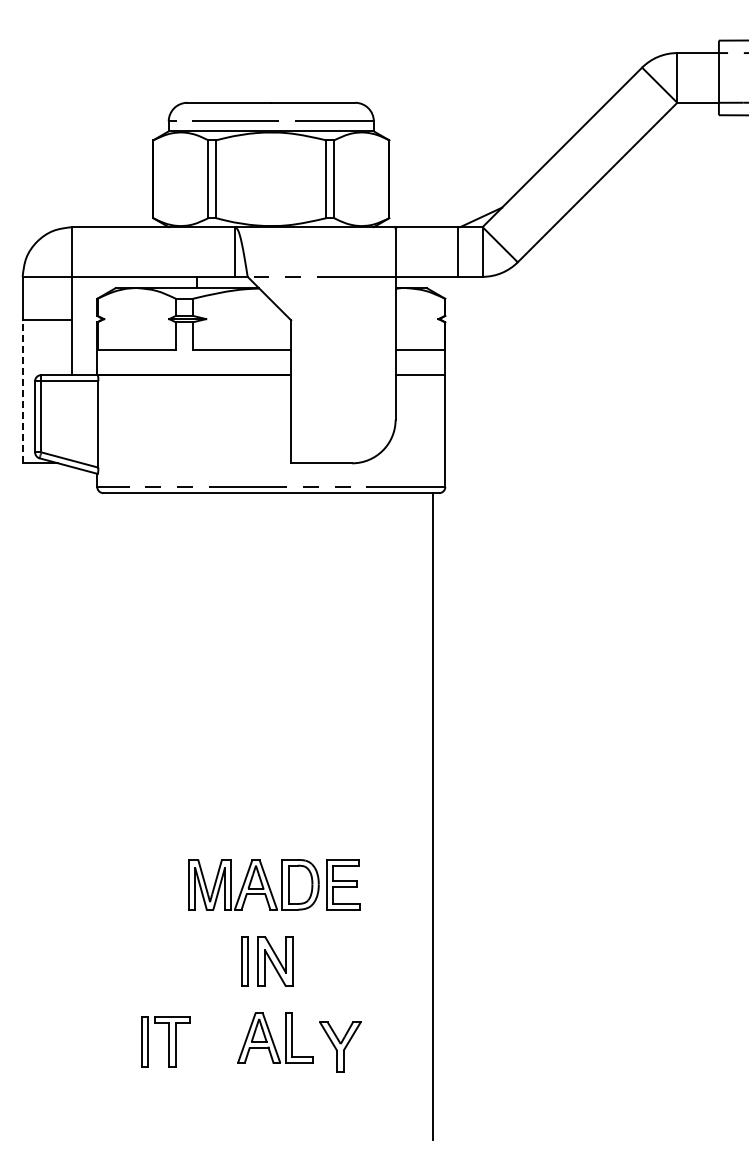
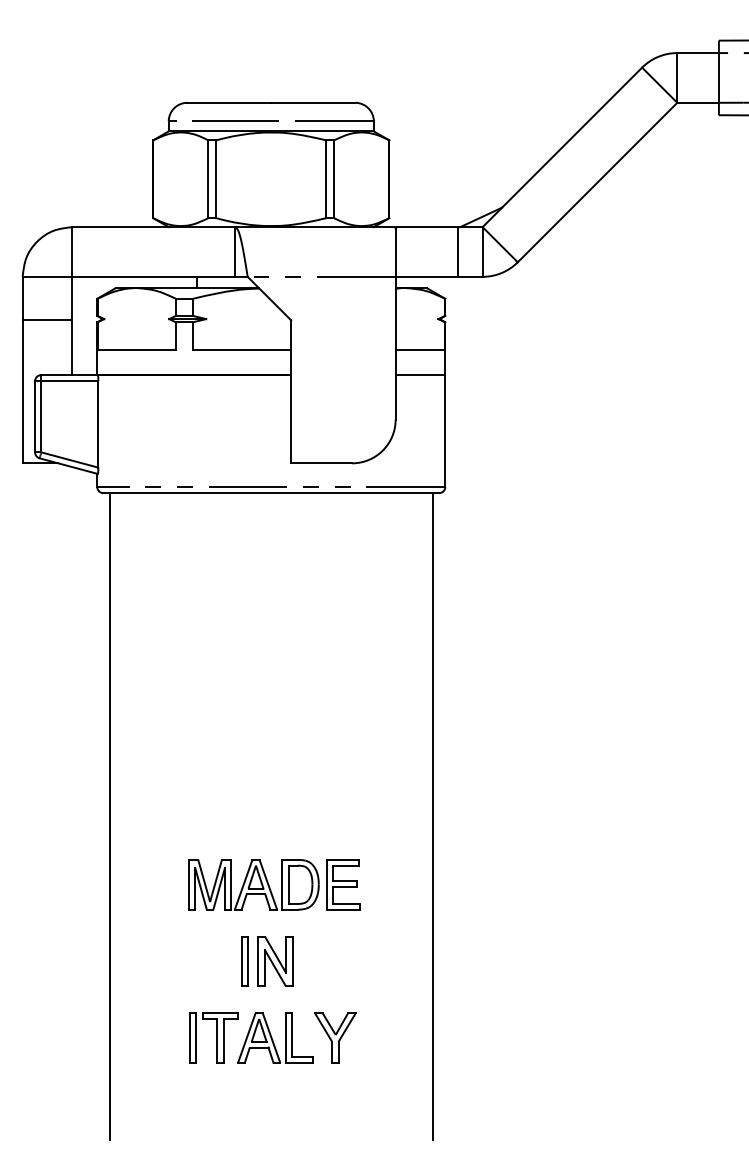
line at (22, 391): dashed -> solid
line at (109, 816): none -> present
part at (165, 1041) position: (165, 1041) -> (213, 1037)
part at (340, 1046) position: (340, 1046) -> (335, 1037)
